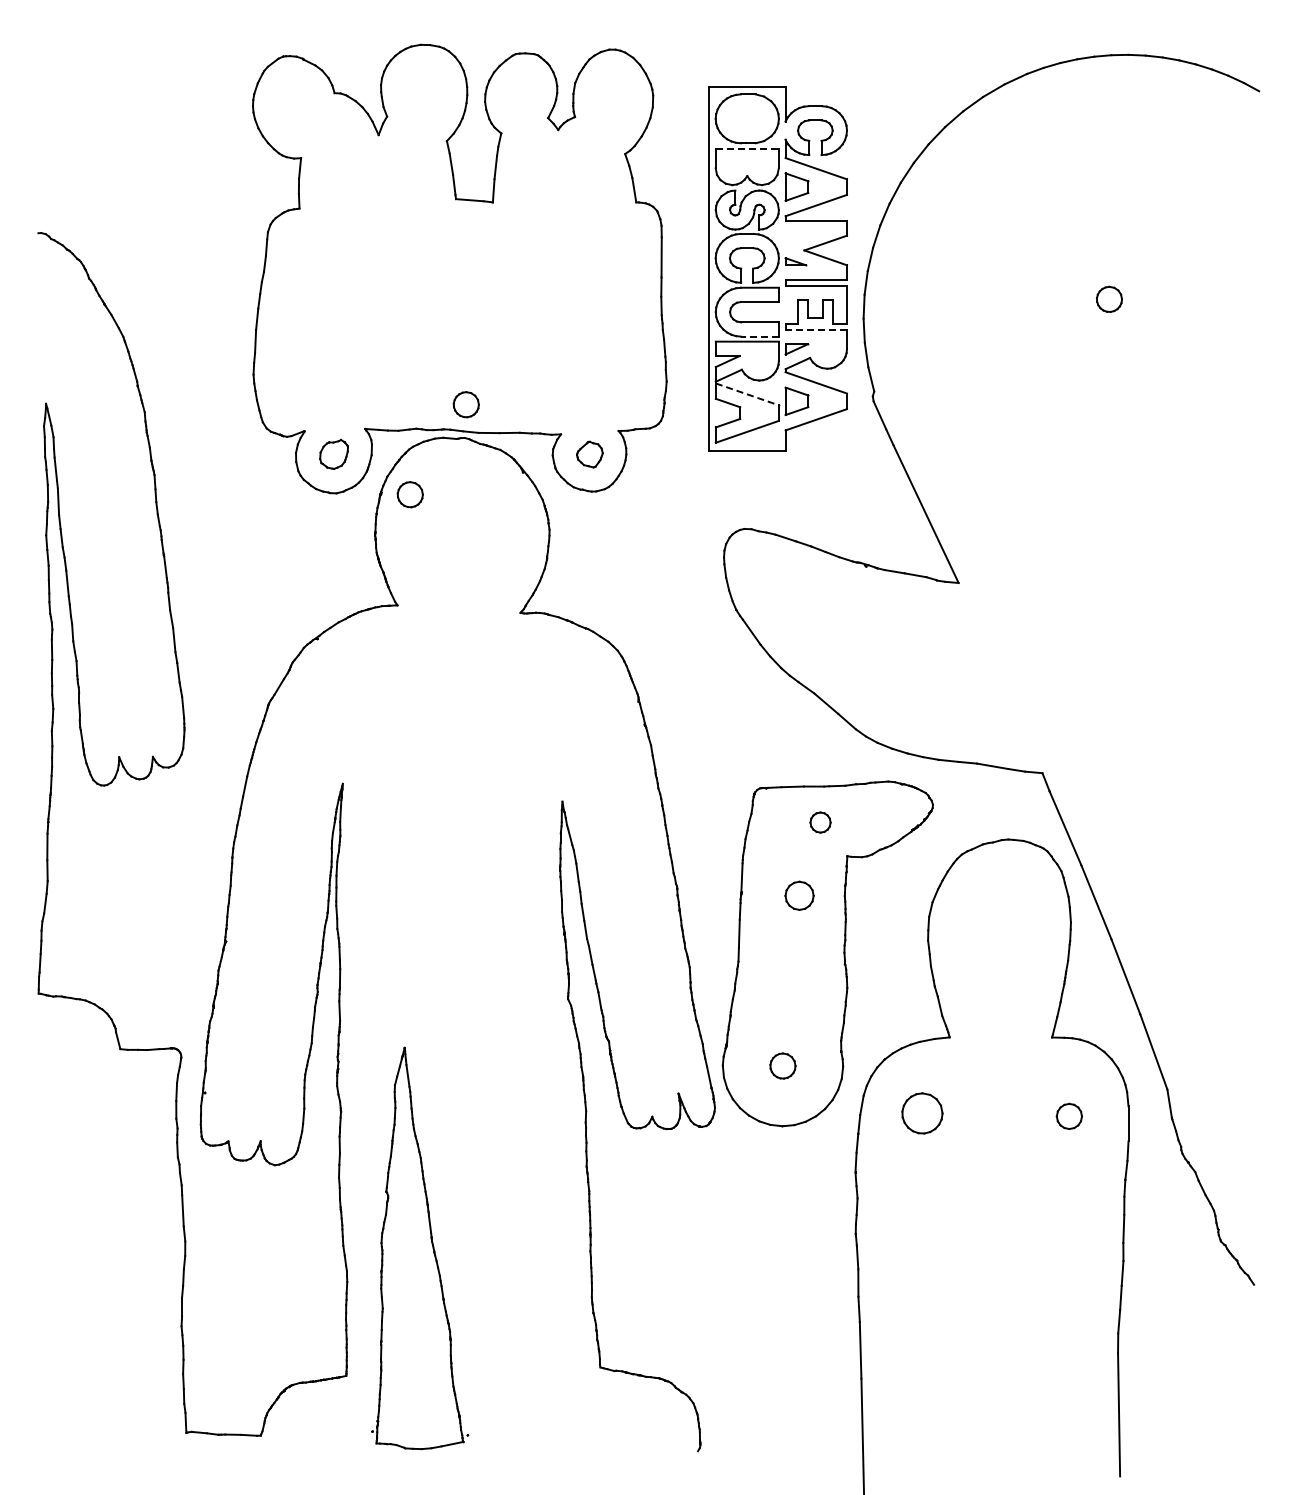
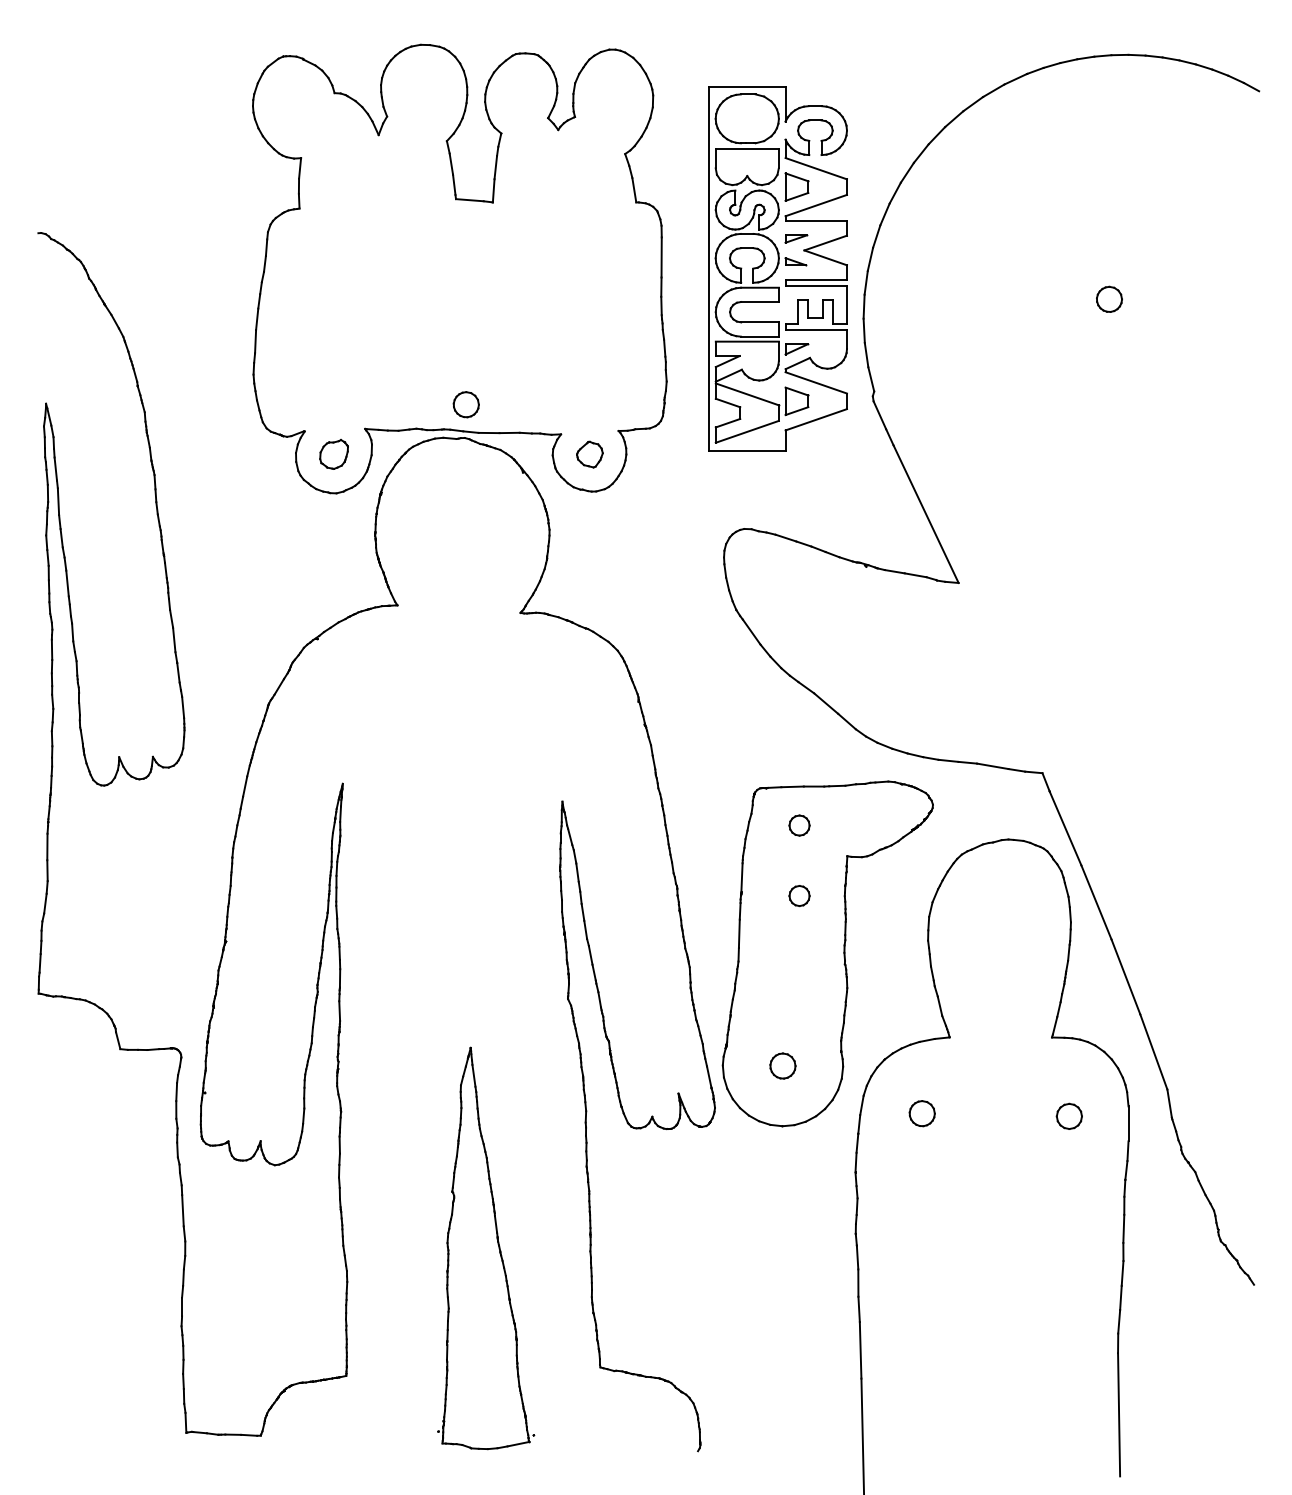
line at (747, 148): dashed -> solid
part at (796, 238): none -> present
line at (816, 329): dashed -> solid
line at (759, 336): dashed -> solid
line at (747, 394): dashed -> solid
part at (409, 494): present -> none
part at (820, 822) position: (820, 822) -> (799, 825)
part at (799, 895) size: 31x31 px -> 23x23 px
part at (922, 1113) size: 43x43 px -> 28x28 px
part at (420, 1248) position: (420, 1248) -> (486, 1248)
